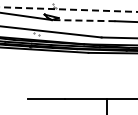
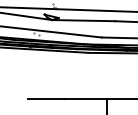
line at (69, 9): dashed -> solid
line at (83, 20): dashed -> solid
